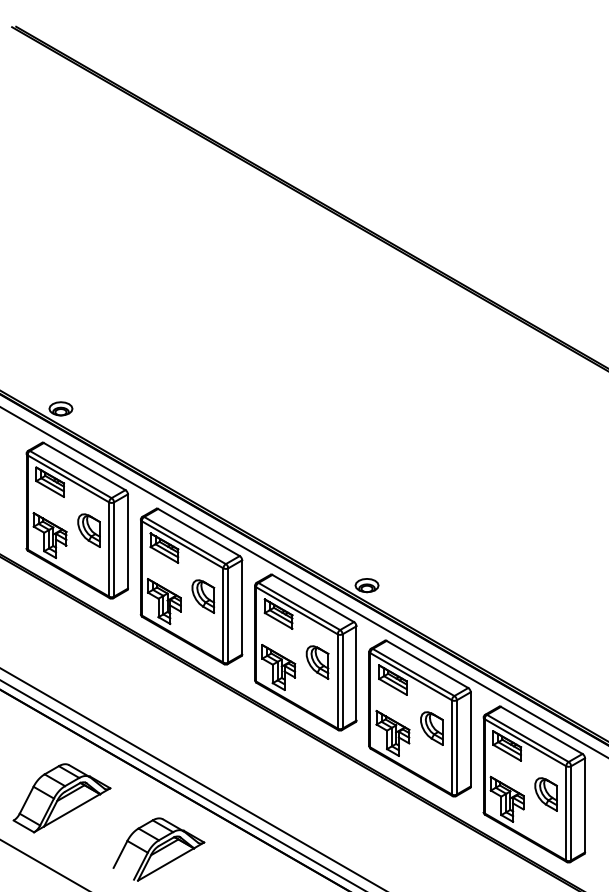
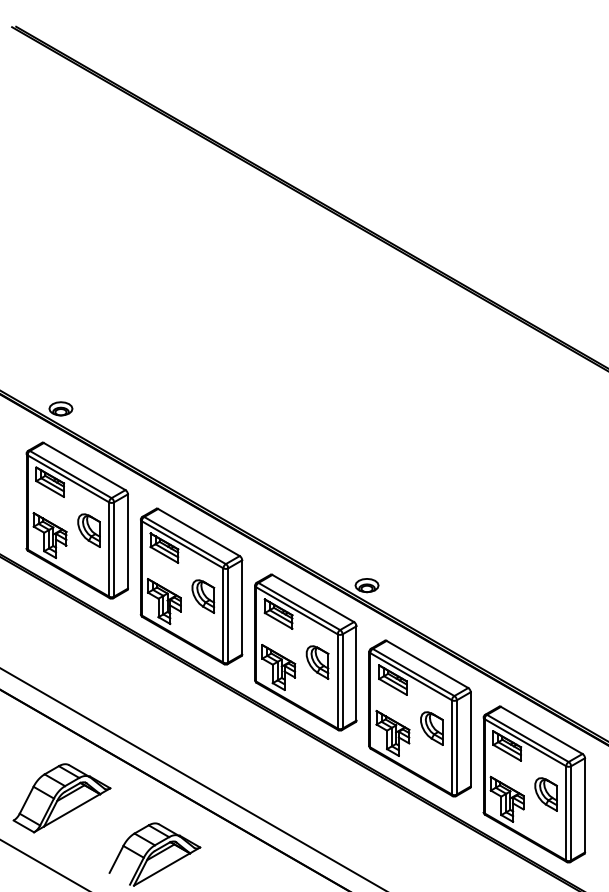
line at (303, 582): present -> none
line at (181, 784): present -> none
part at (158, 849) position: (158, 849) -> (154, 854)
